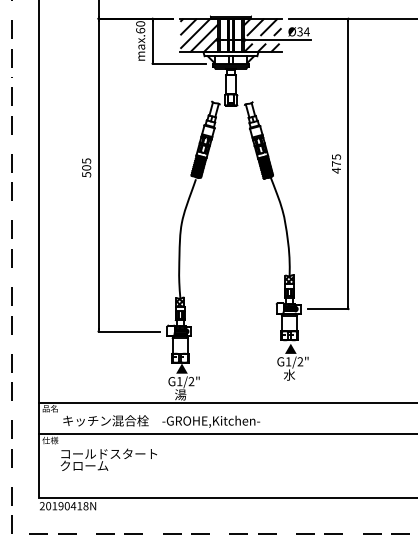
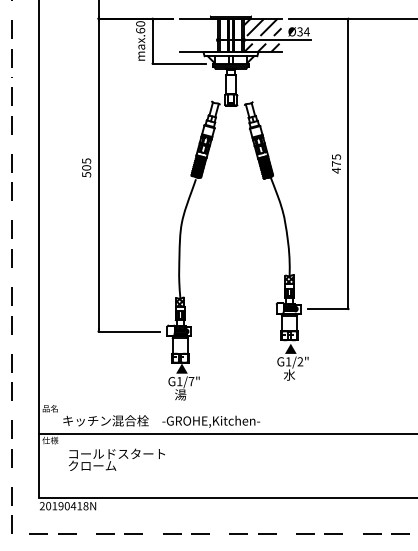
hatch at (199, 35): present -> none
text at (191, 381): G1/2" -> G1/7"
line at (226, 402): present -> none
text at (108, 459) position: (108, 459) -> (116, 459)
